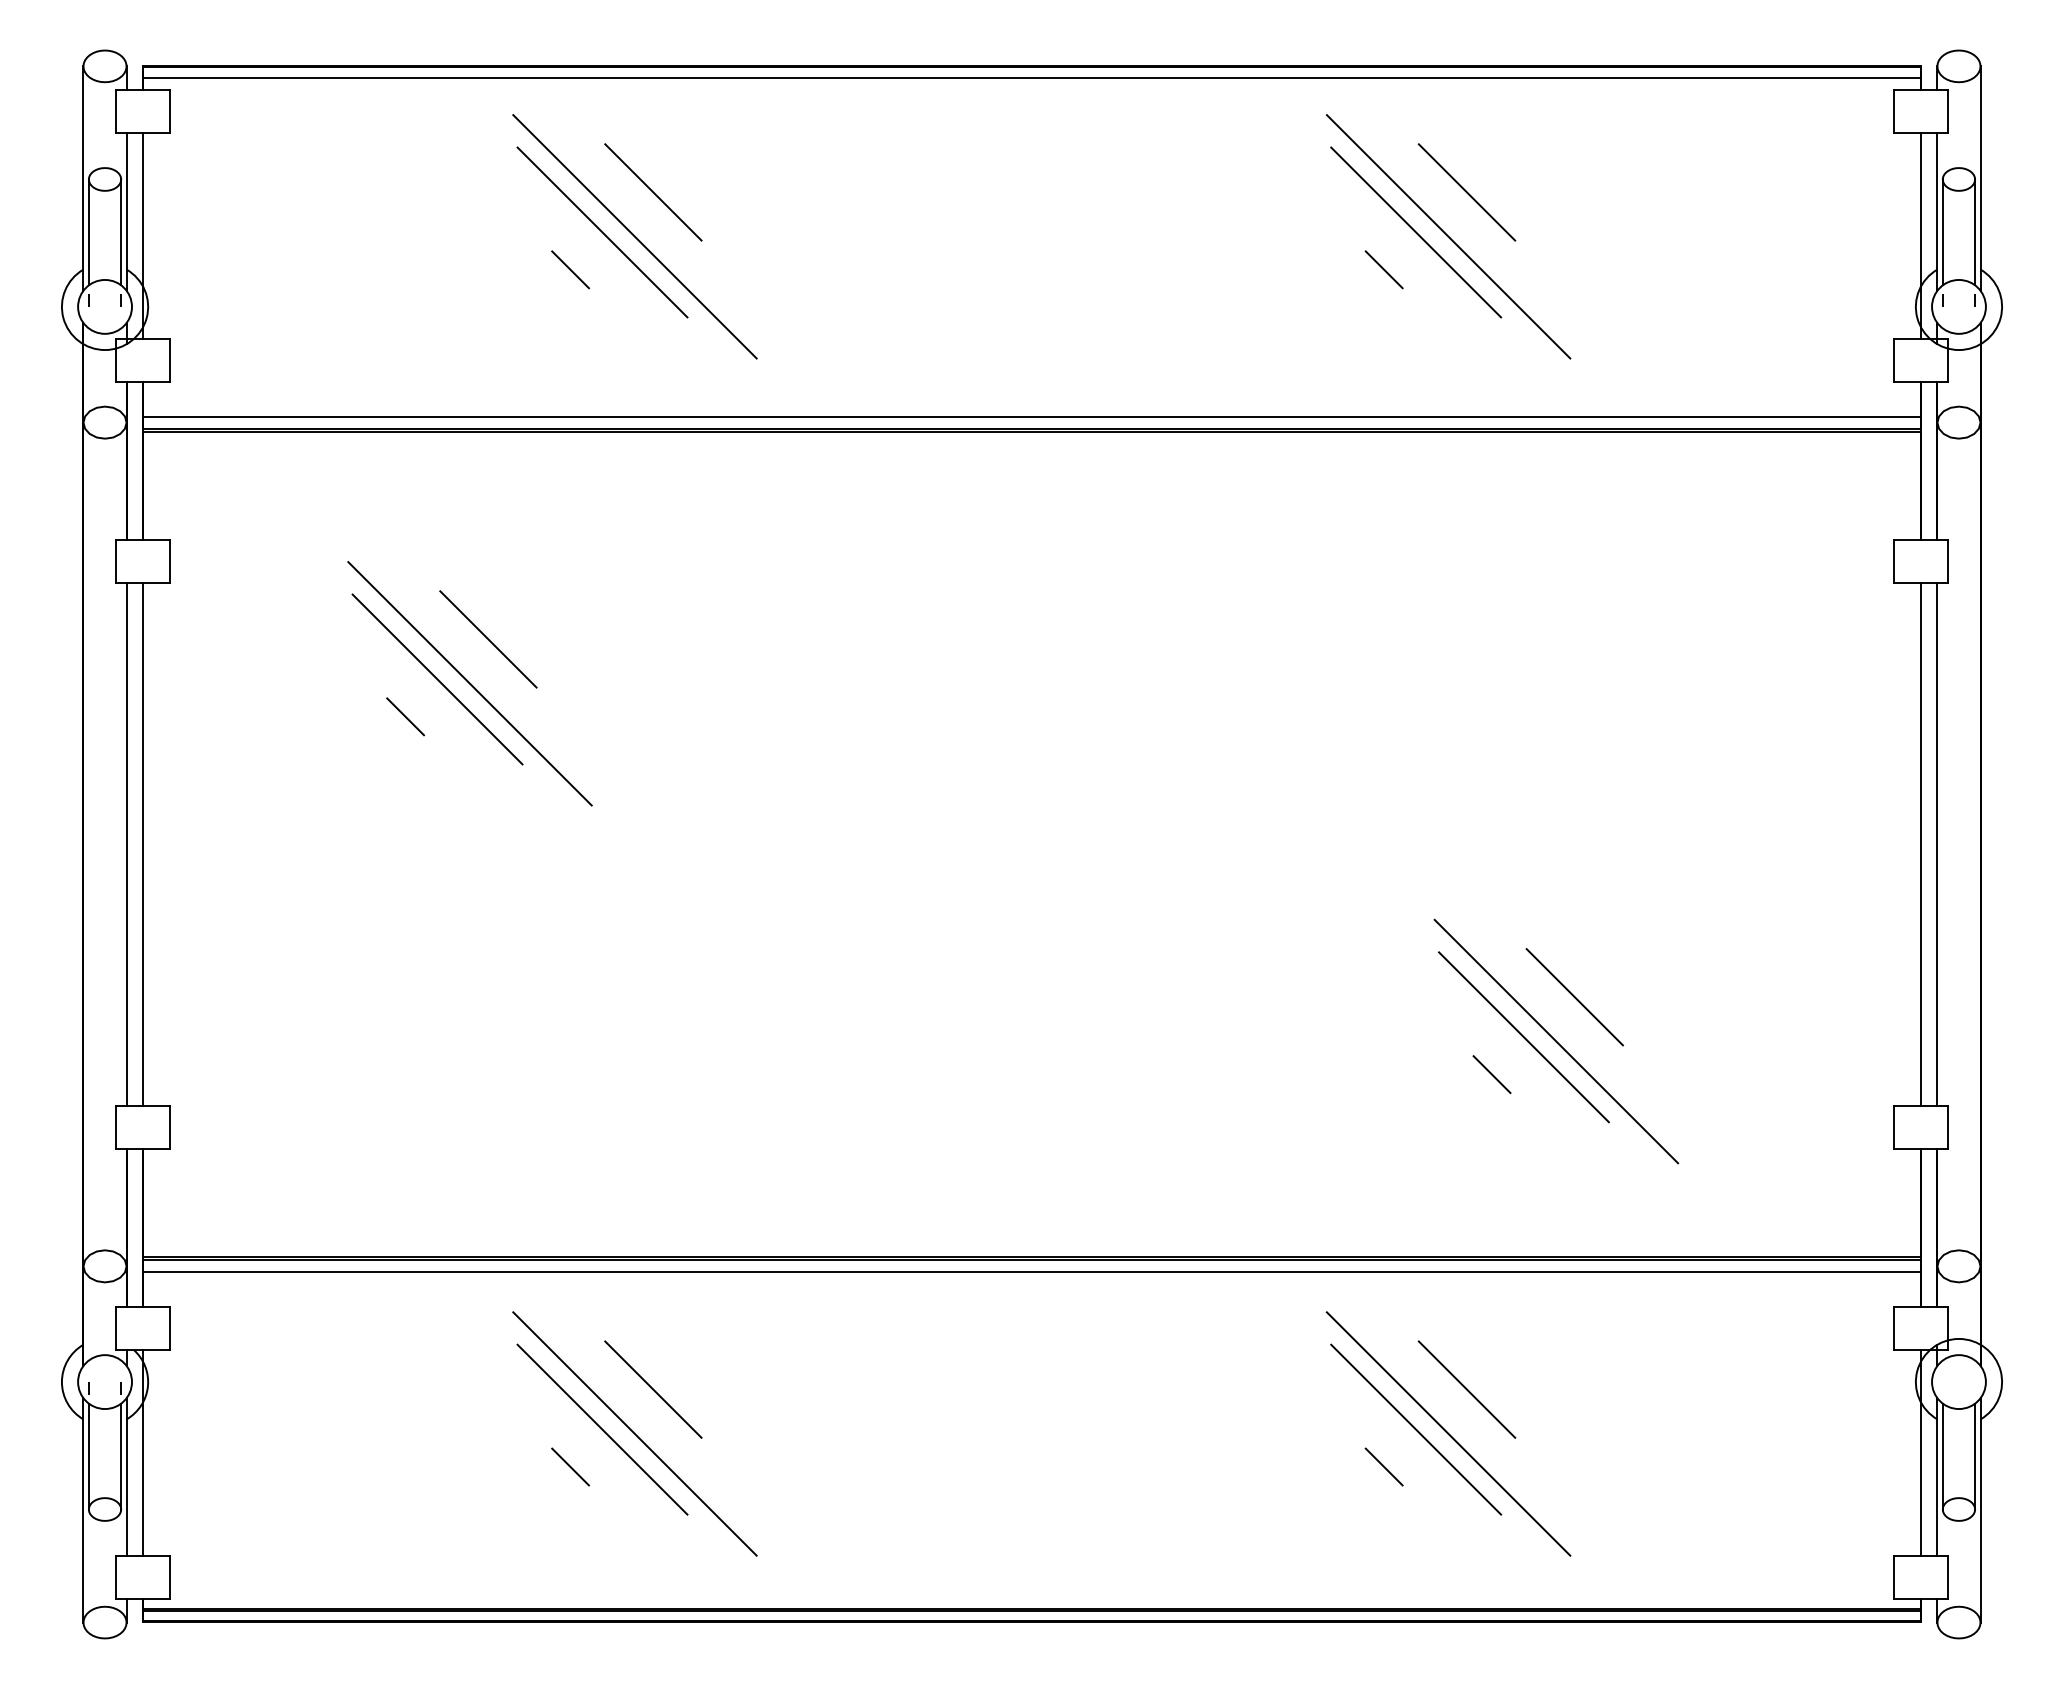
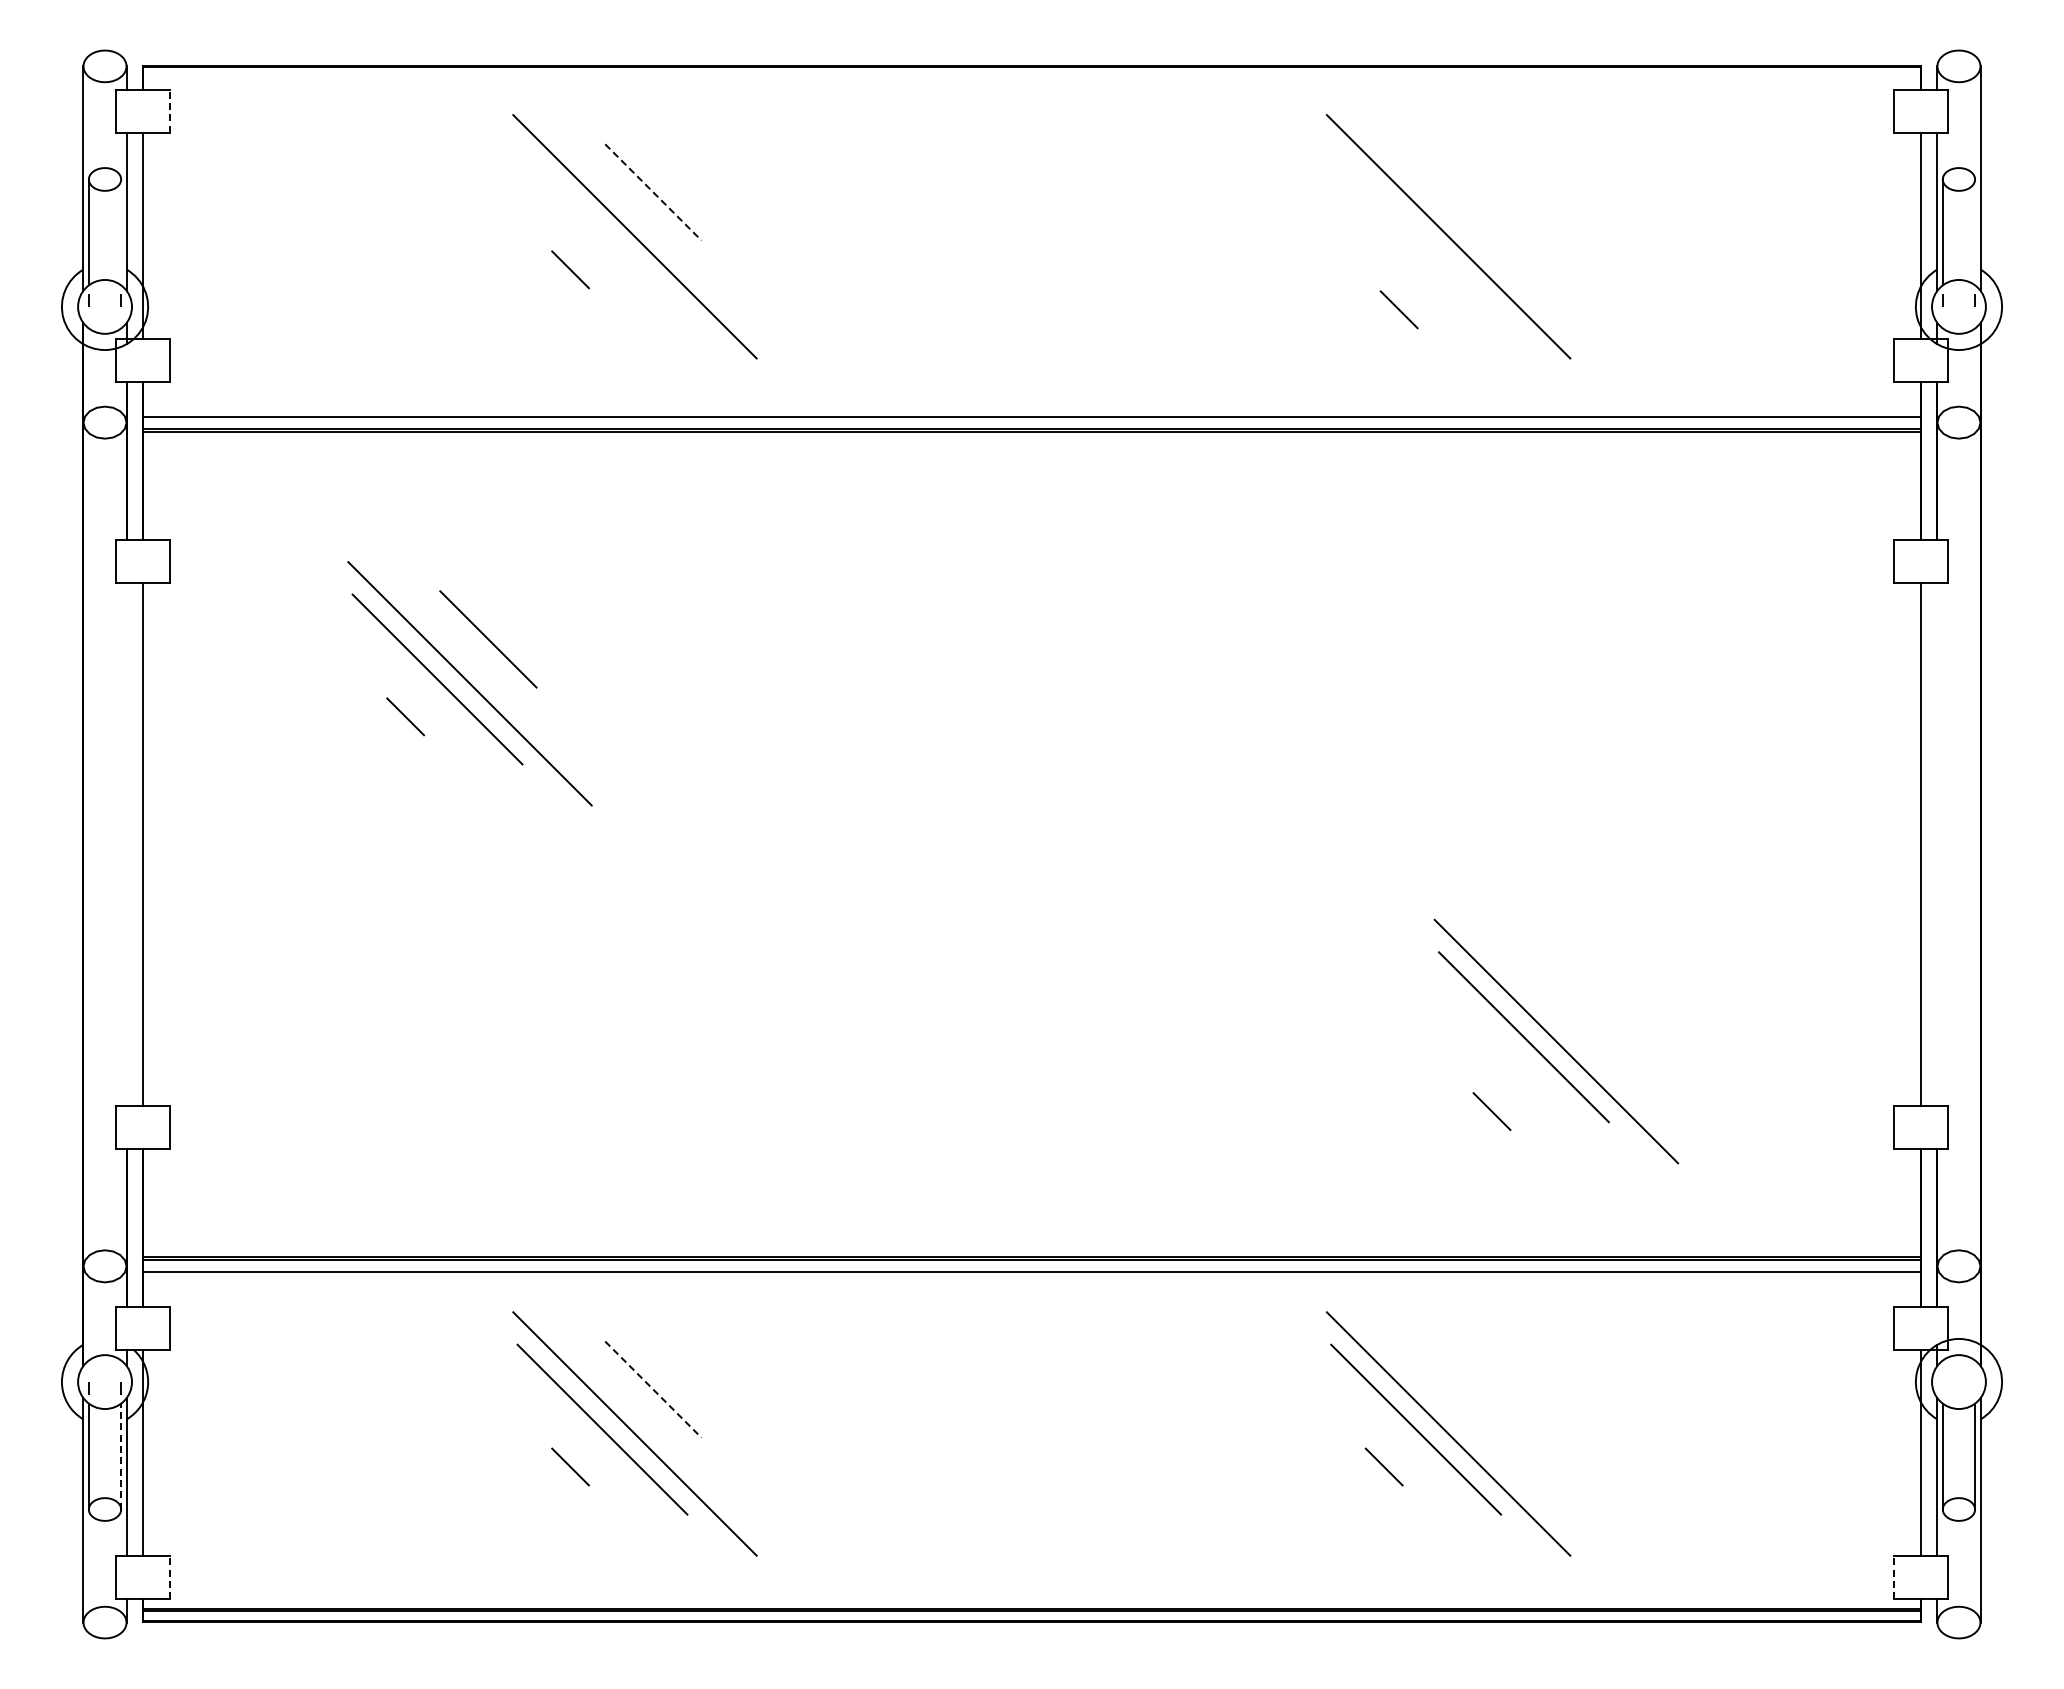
line at (1031, 78): present -> none
line at (169, 111): solid -> dashed
line at (653, 192): solid -> dashed
line at (1466, 192): present -> none
line at (121, 232): present -> none
line at (602, 232): present -> none
line at (1416, 232): present -> none
line at (1975, 232): present -> none
line at (1383, 269) position: (1383, 269) -> (1398, 309)
line at (126, 844): present -> none
line at (1937, 844): present -> none
line at (1574, 997): present -> none
line at (1491, 1074) position: (1491, 1074) -> (1491, 1111)
line at (653, 1389): solid -> dashed
line at (1466, 1389): present -> none
line at (121, 1456): solid -> dashed
line at (169, 1577): solid -> dashed
line at (1894, 1577): solid -> dashed
